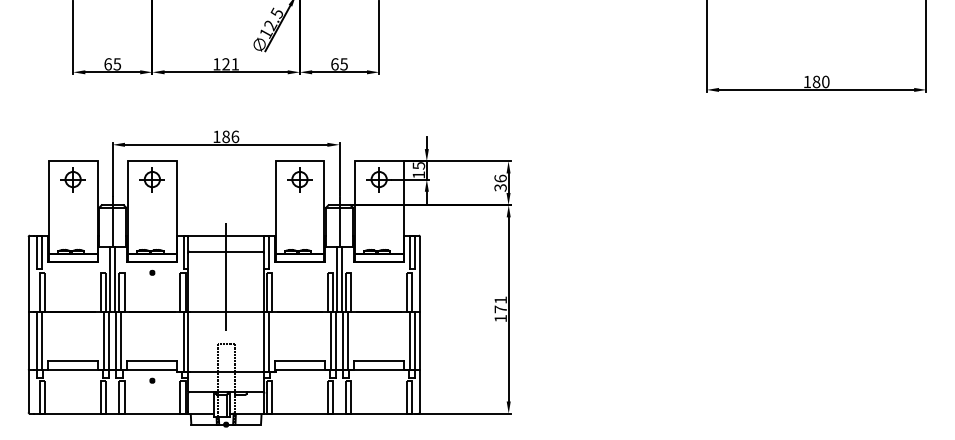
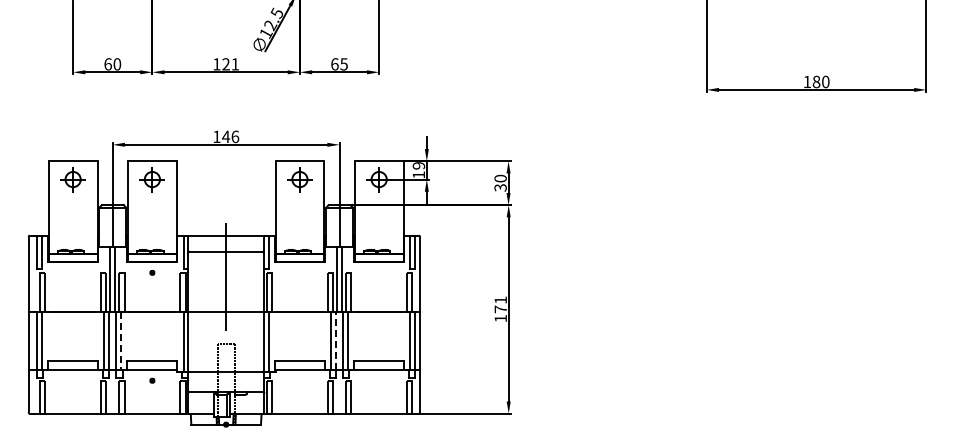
text at (117, 64): 65 -> 60
text at (226, 136): 186 -> 146
text at (418, 165): 15 -> 19
text at (500, 178): 36 -> 30
line at (121, 340): solid -> dashed
line at (335, 340): solid -> dashed
